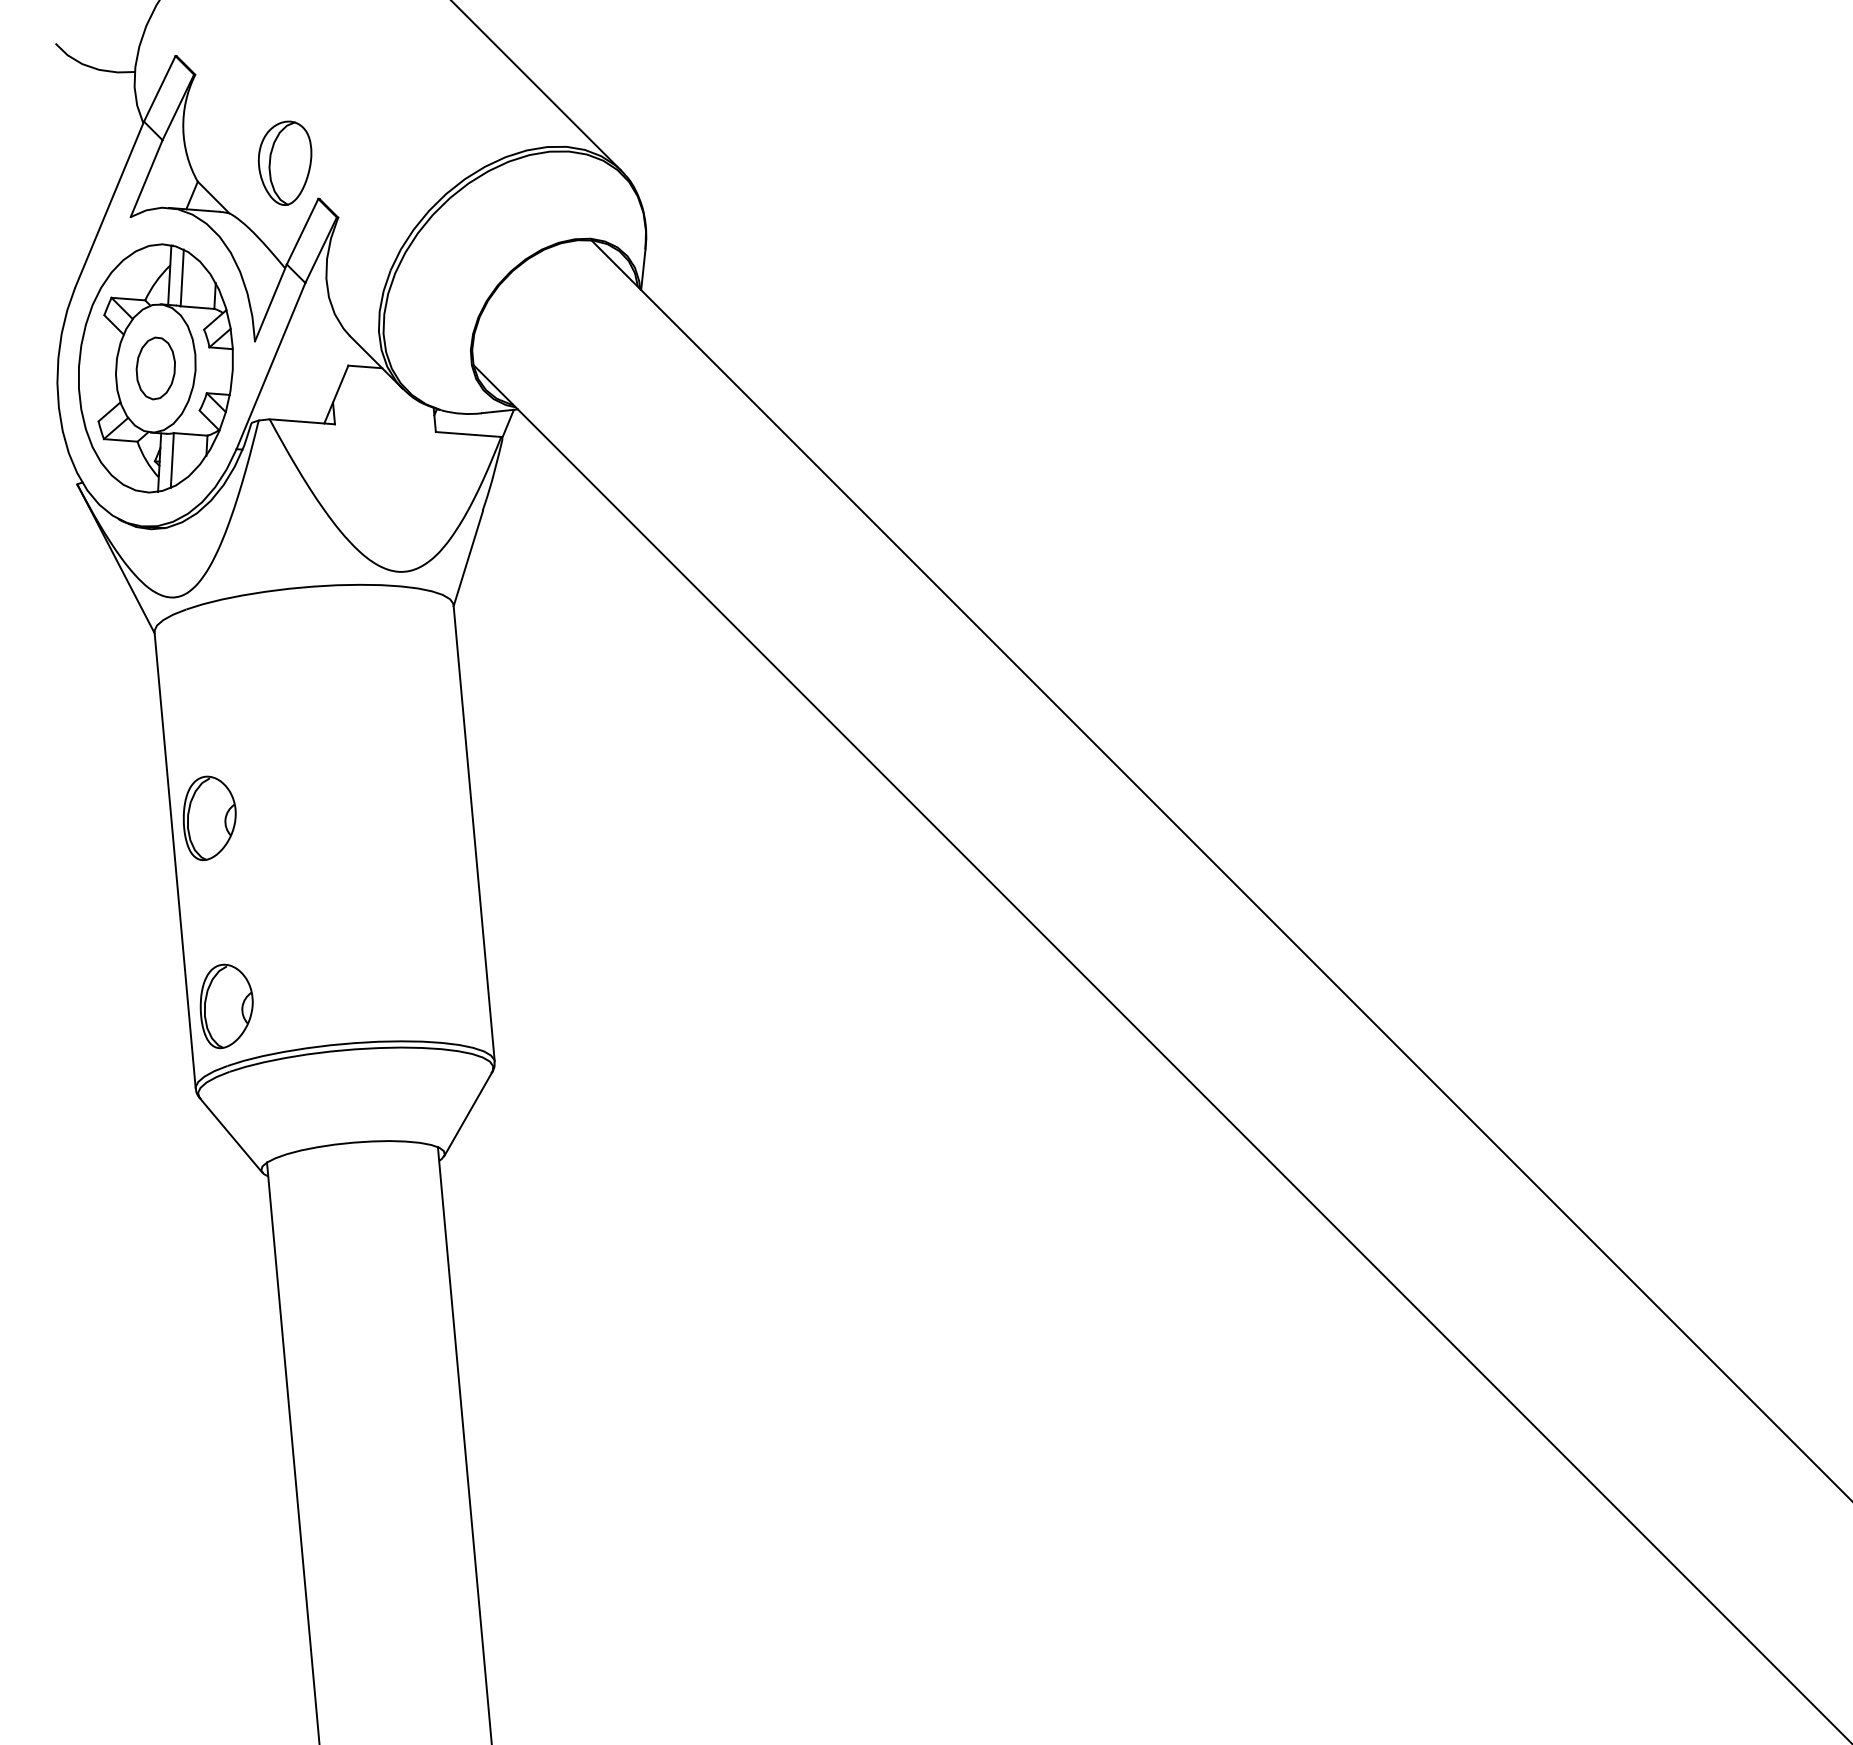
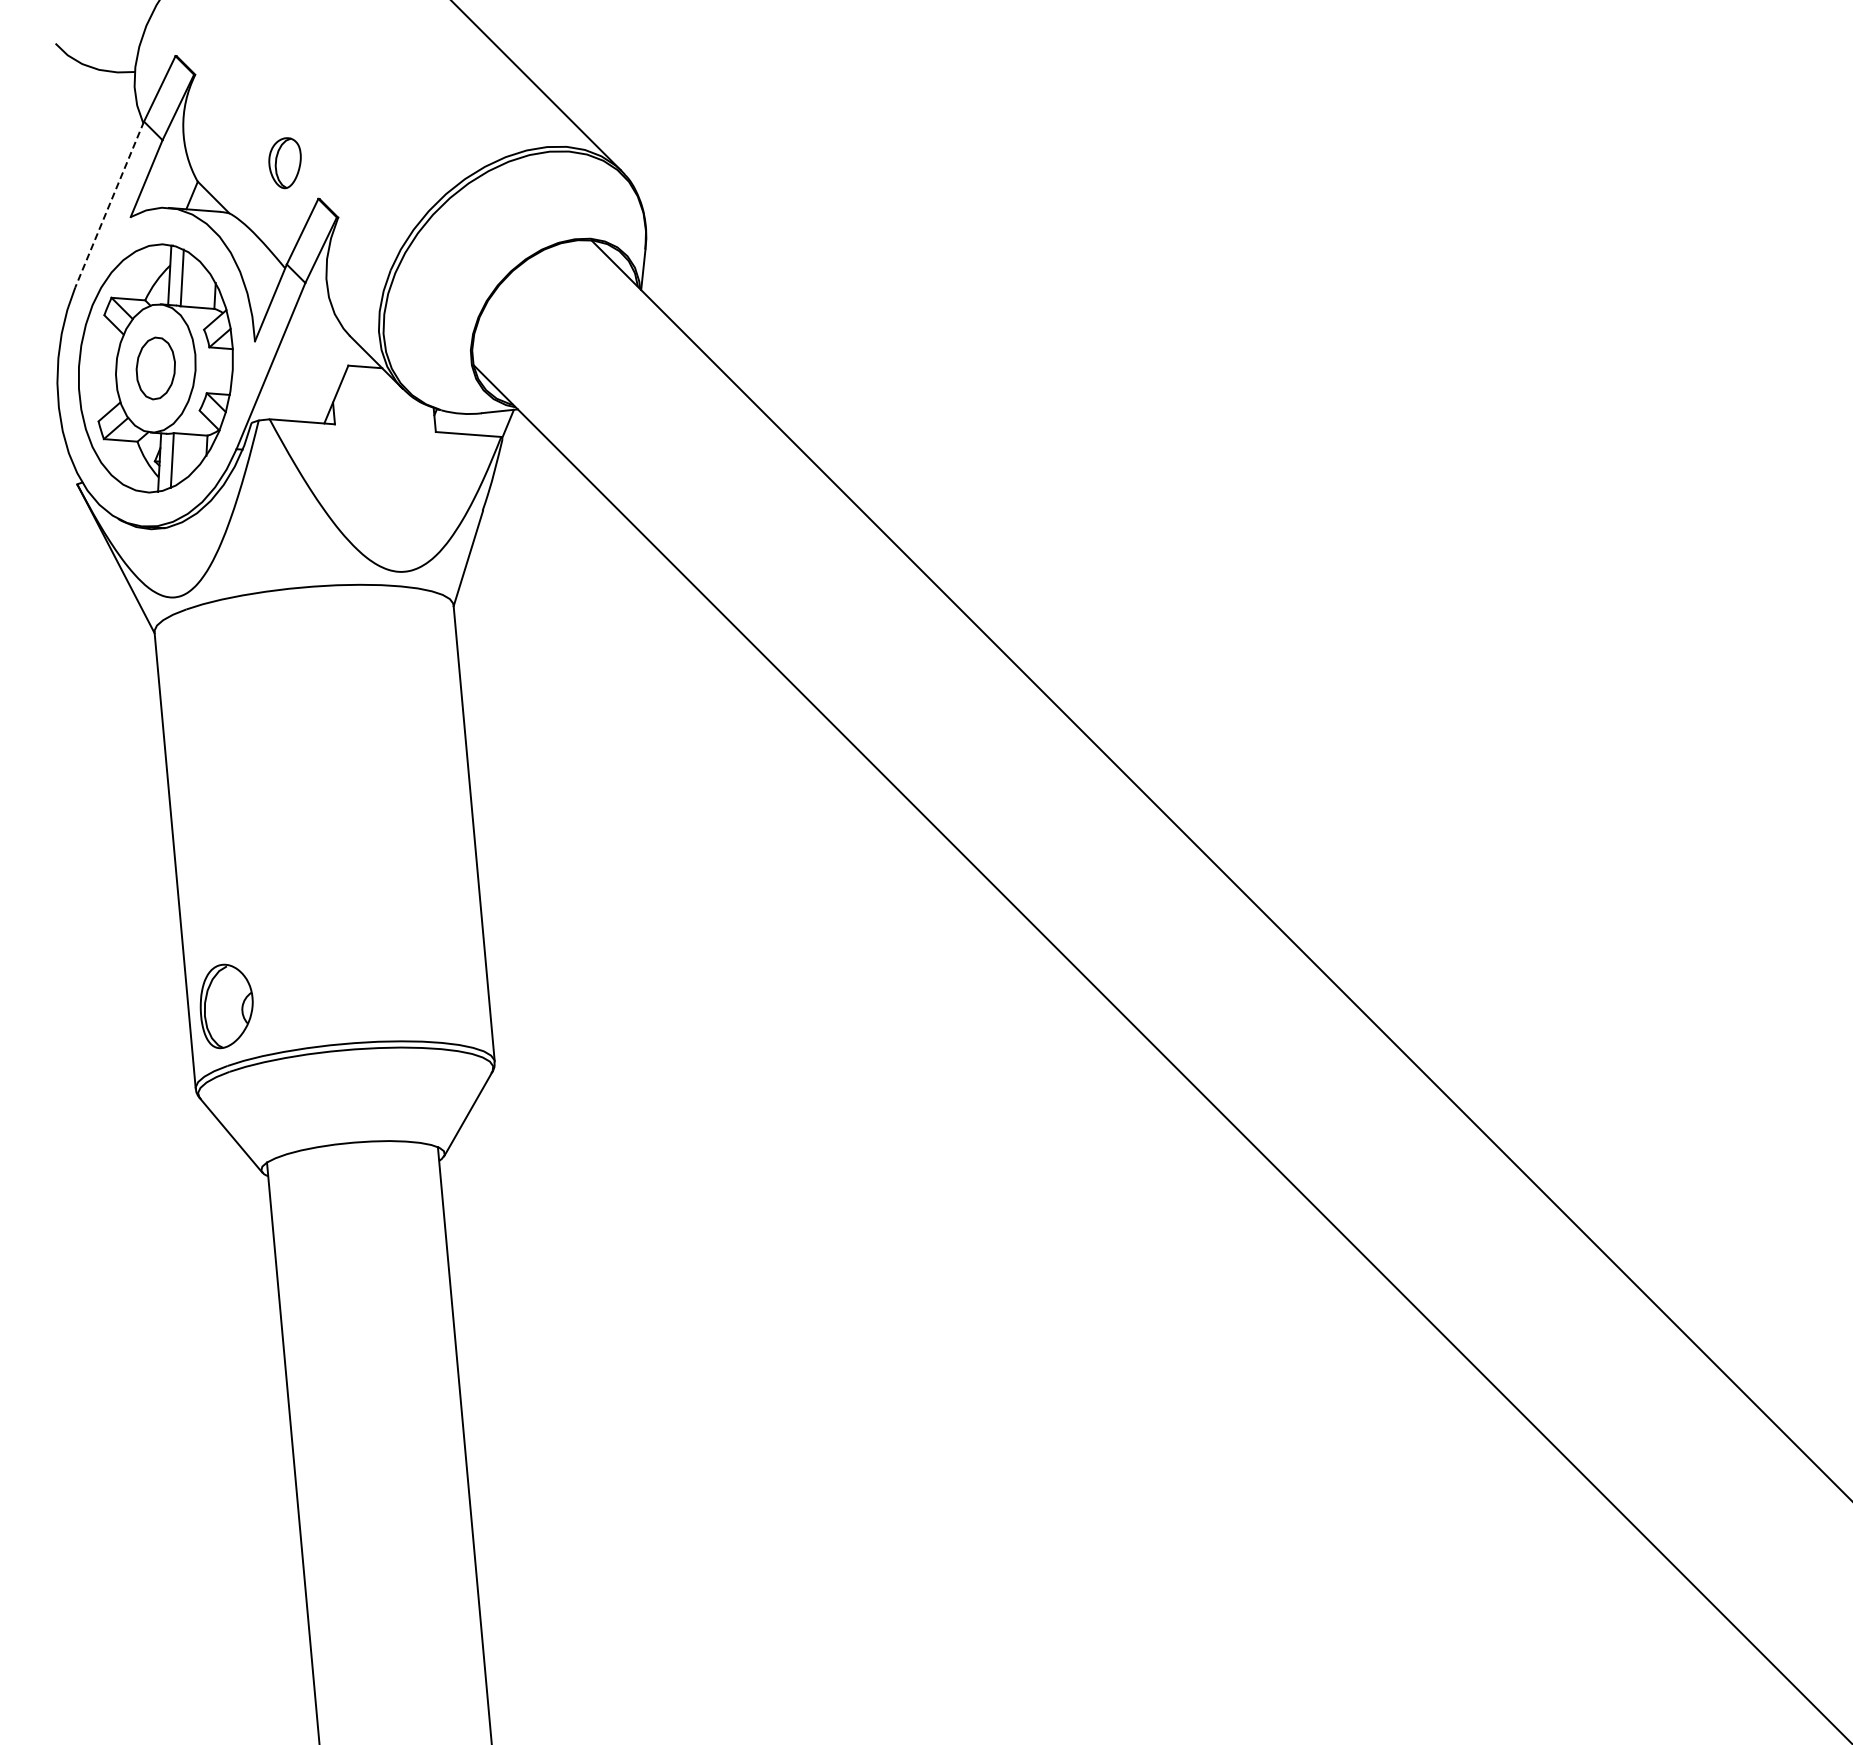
part at (284, 162) size: 56x86 px -> 34x53 px
line at (109, 204): solid -> dashed
part at (209, 817): present -> none
